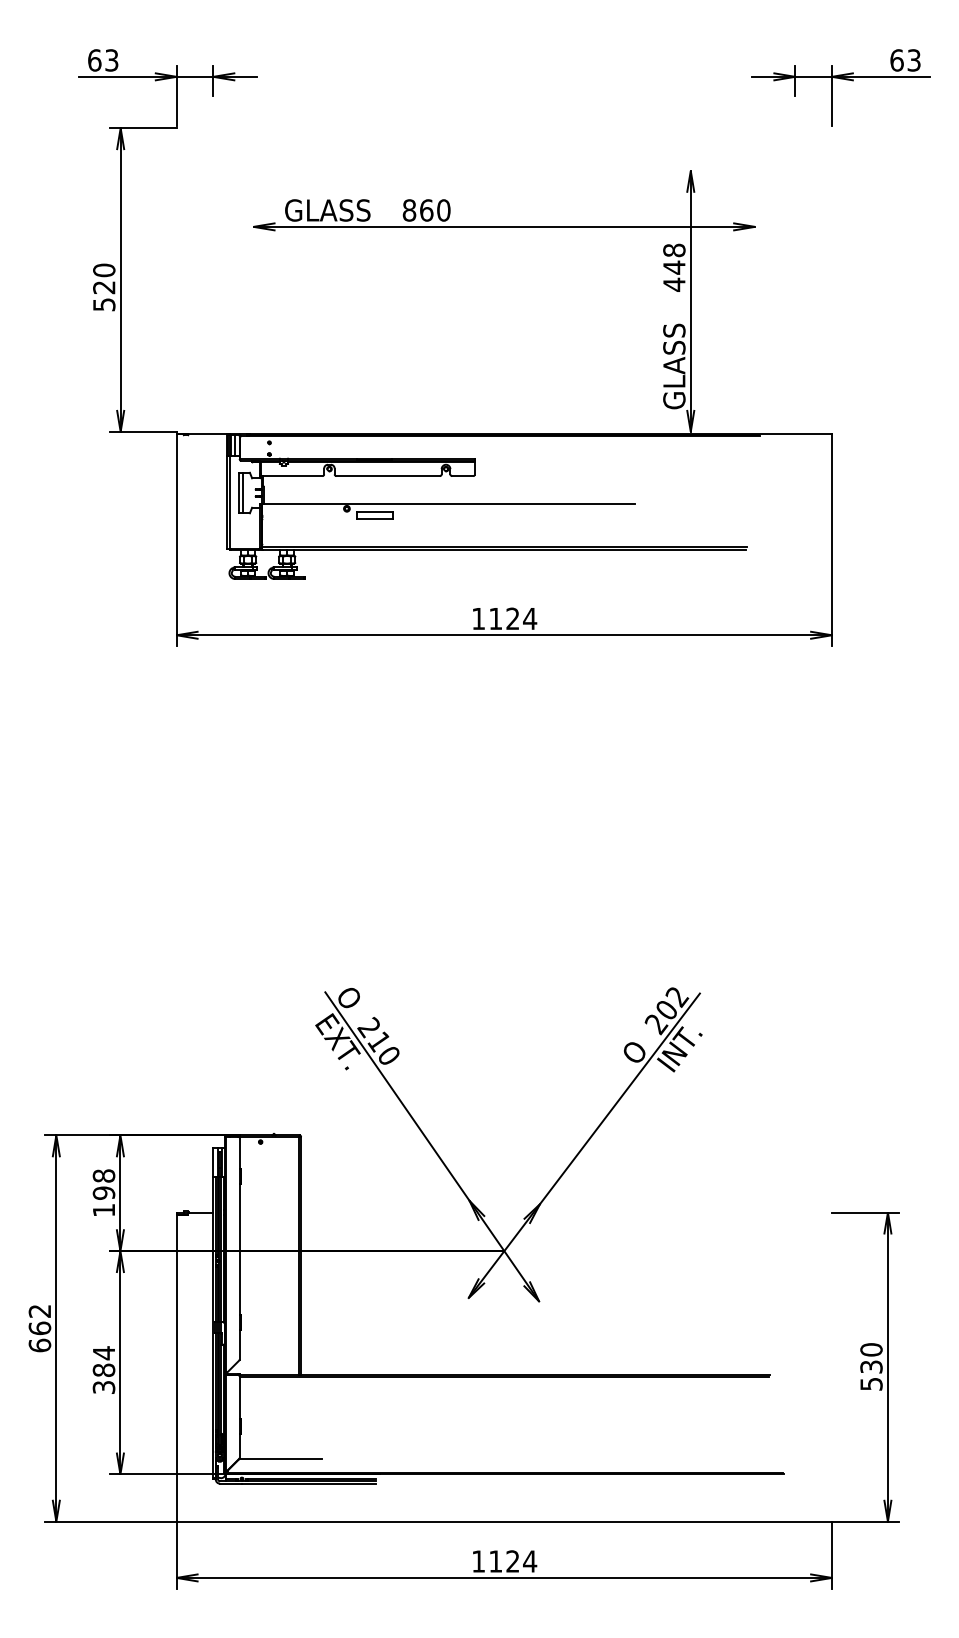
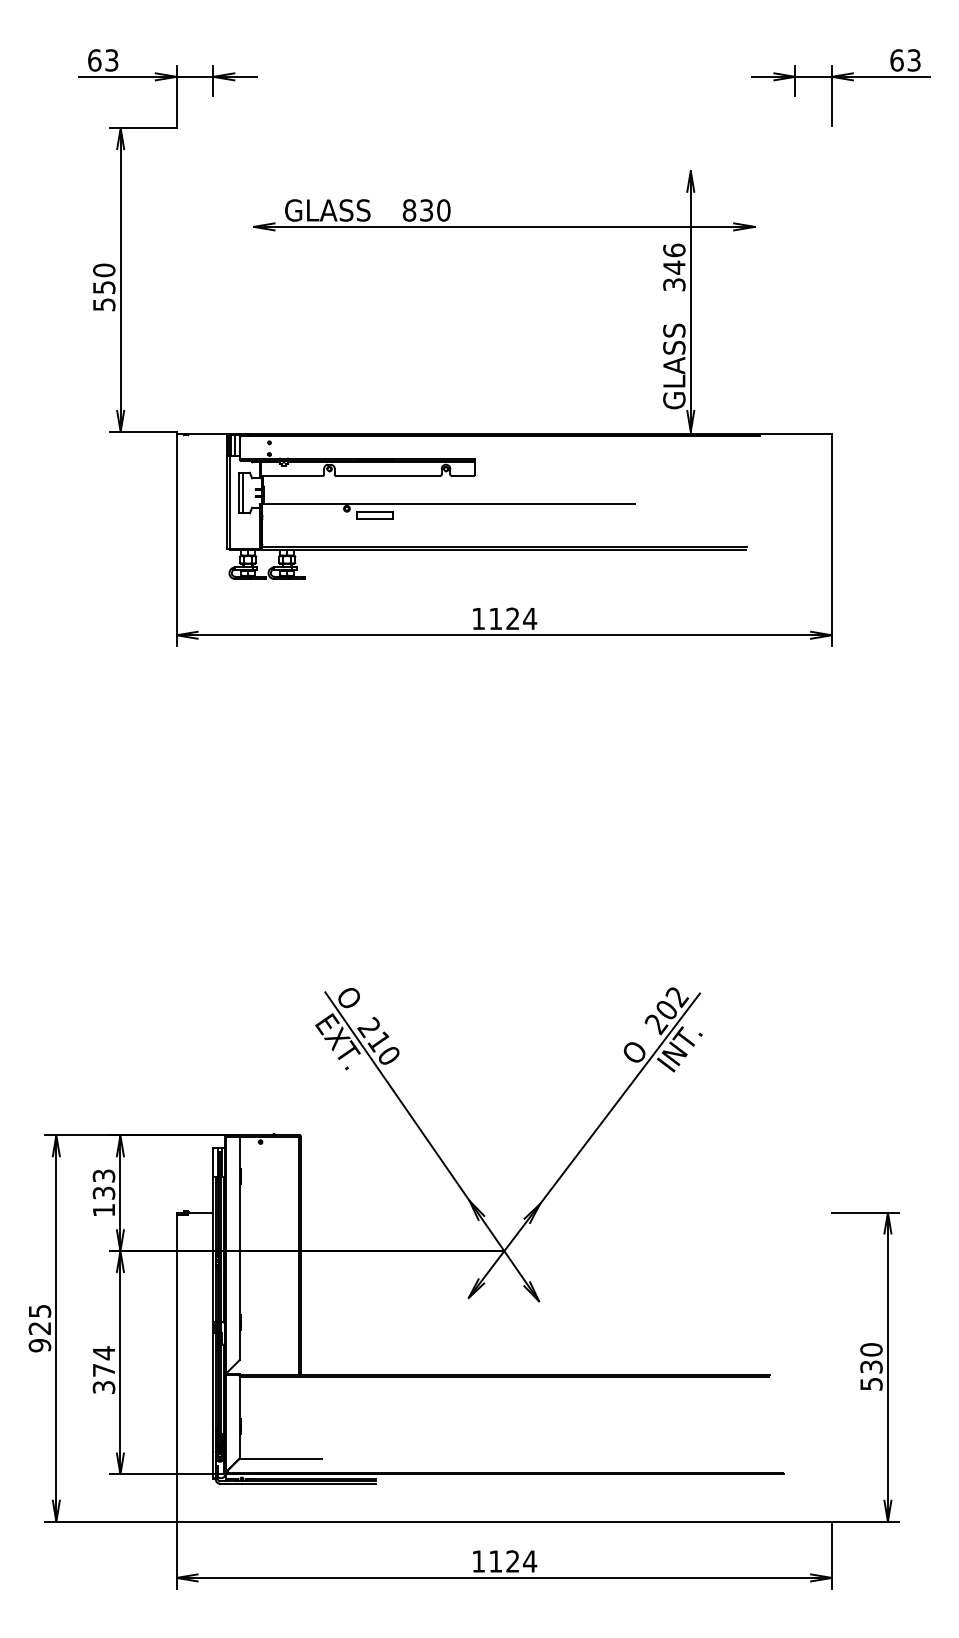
text at (426, 210): 860 -> 830
text at (674, 267): 448 -> 346
text at (104, 287): 520 -> 550
text at (103, 1184): 198 -> 133
text at (39, 1328): 662 -> 925
text at (103, 1369): 384 -> 374
